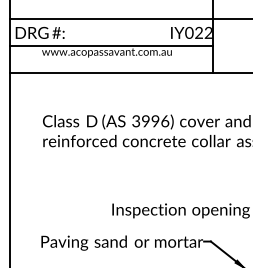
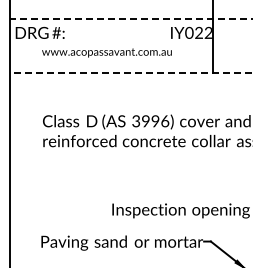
line at (130, 19): solid -> dashed
line at (110, 46): present -> none
line at (130, 73): solid -> dashed
